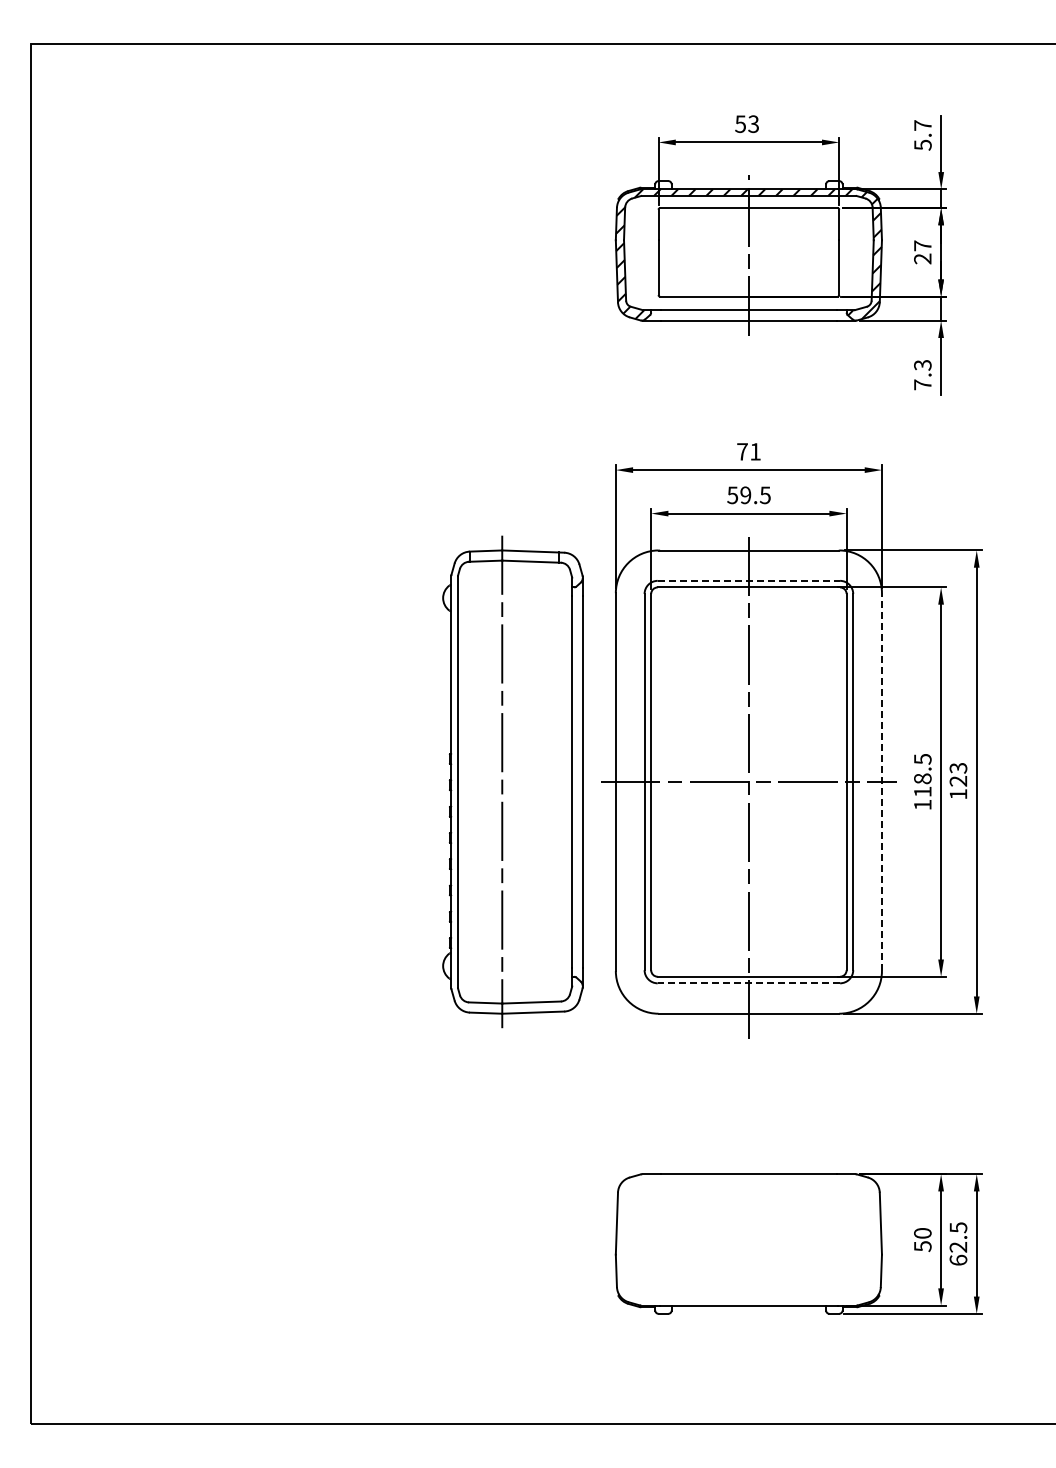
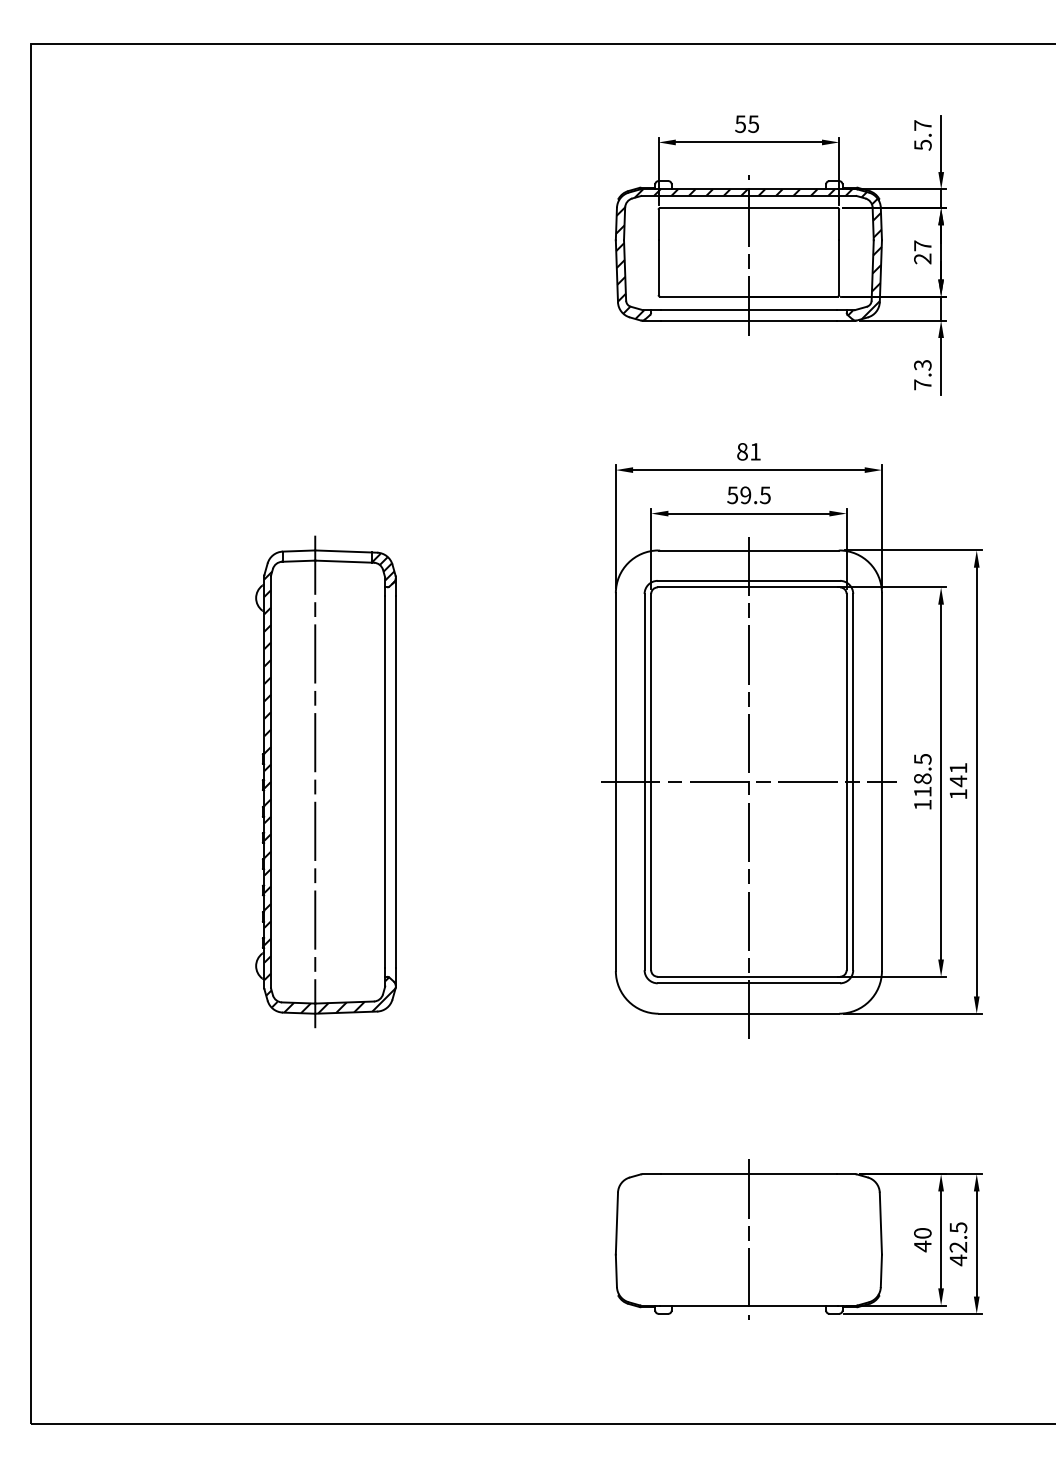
text at (753, 123): 53 -> 55
text at (742, 451): 71 -> 81
line at (749, 580): dashed -> solid
text at (958, 775): 123 -> 141
part at (512, 781) position: (512, 781) -> (325, 781)
line at (881, 782): dashed -> solid
line at (748, 983): dashed -> solid
line at (748, 1239): none -> present
text at (922, 1246): 50 -> 40
text at (958, 1260): 62.5 -> 42.5
